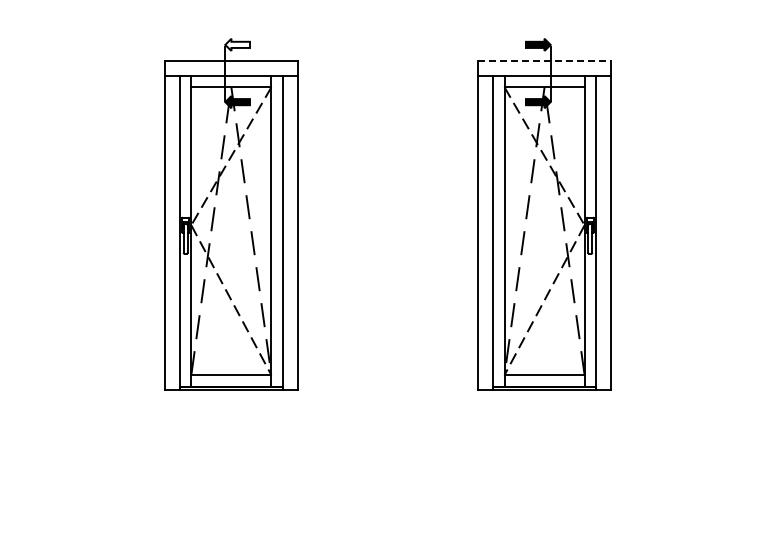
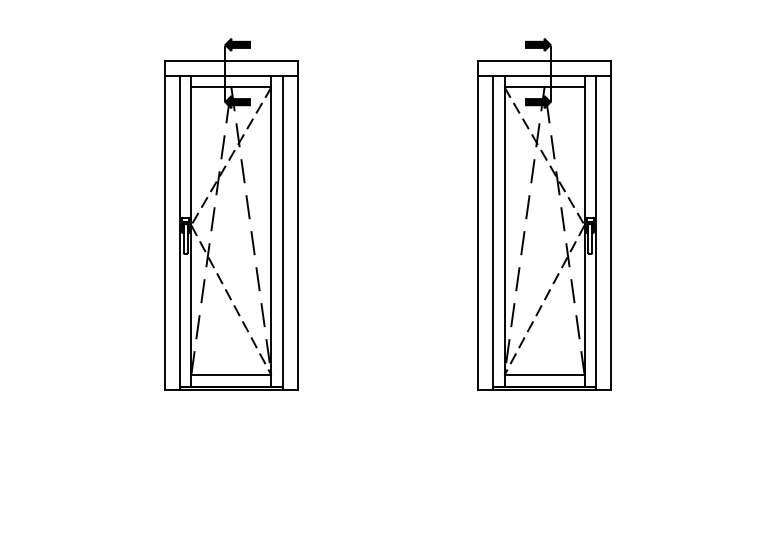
fill at (237, 44): none -> present
line at (544, 60): dashed -> solid
